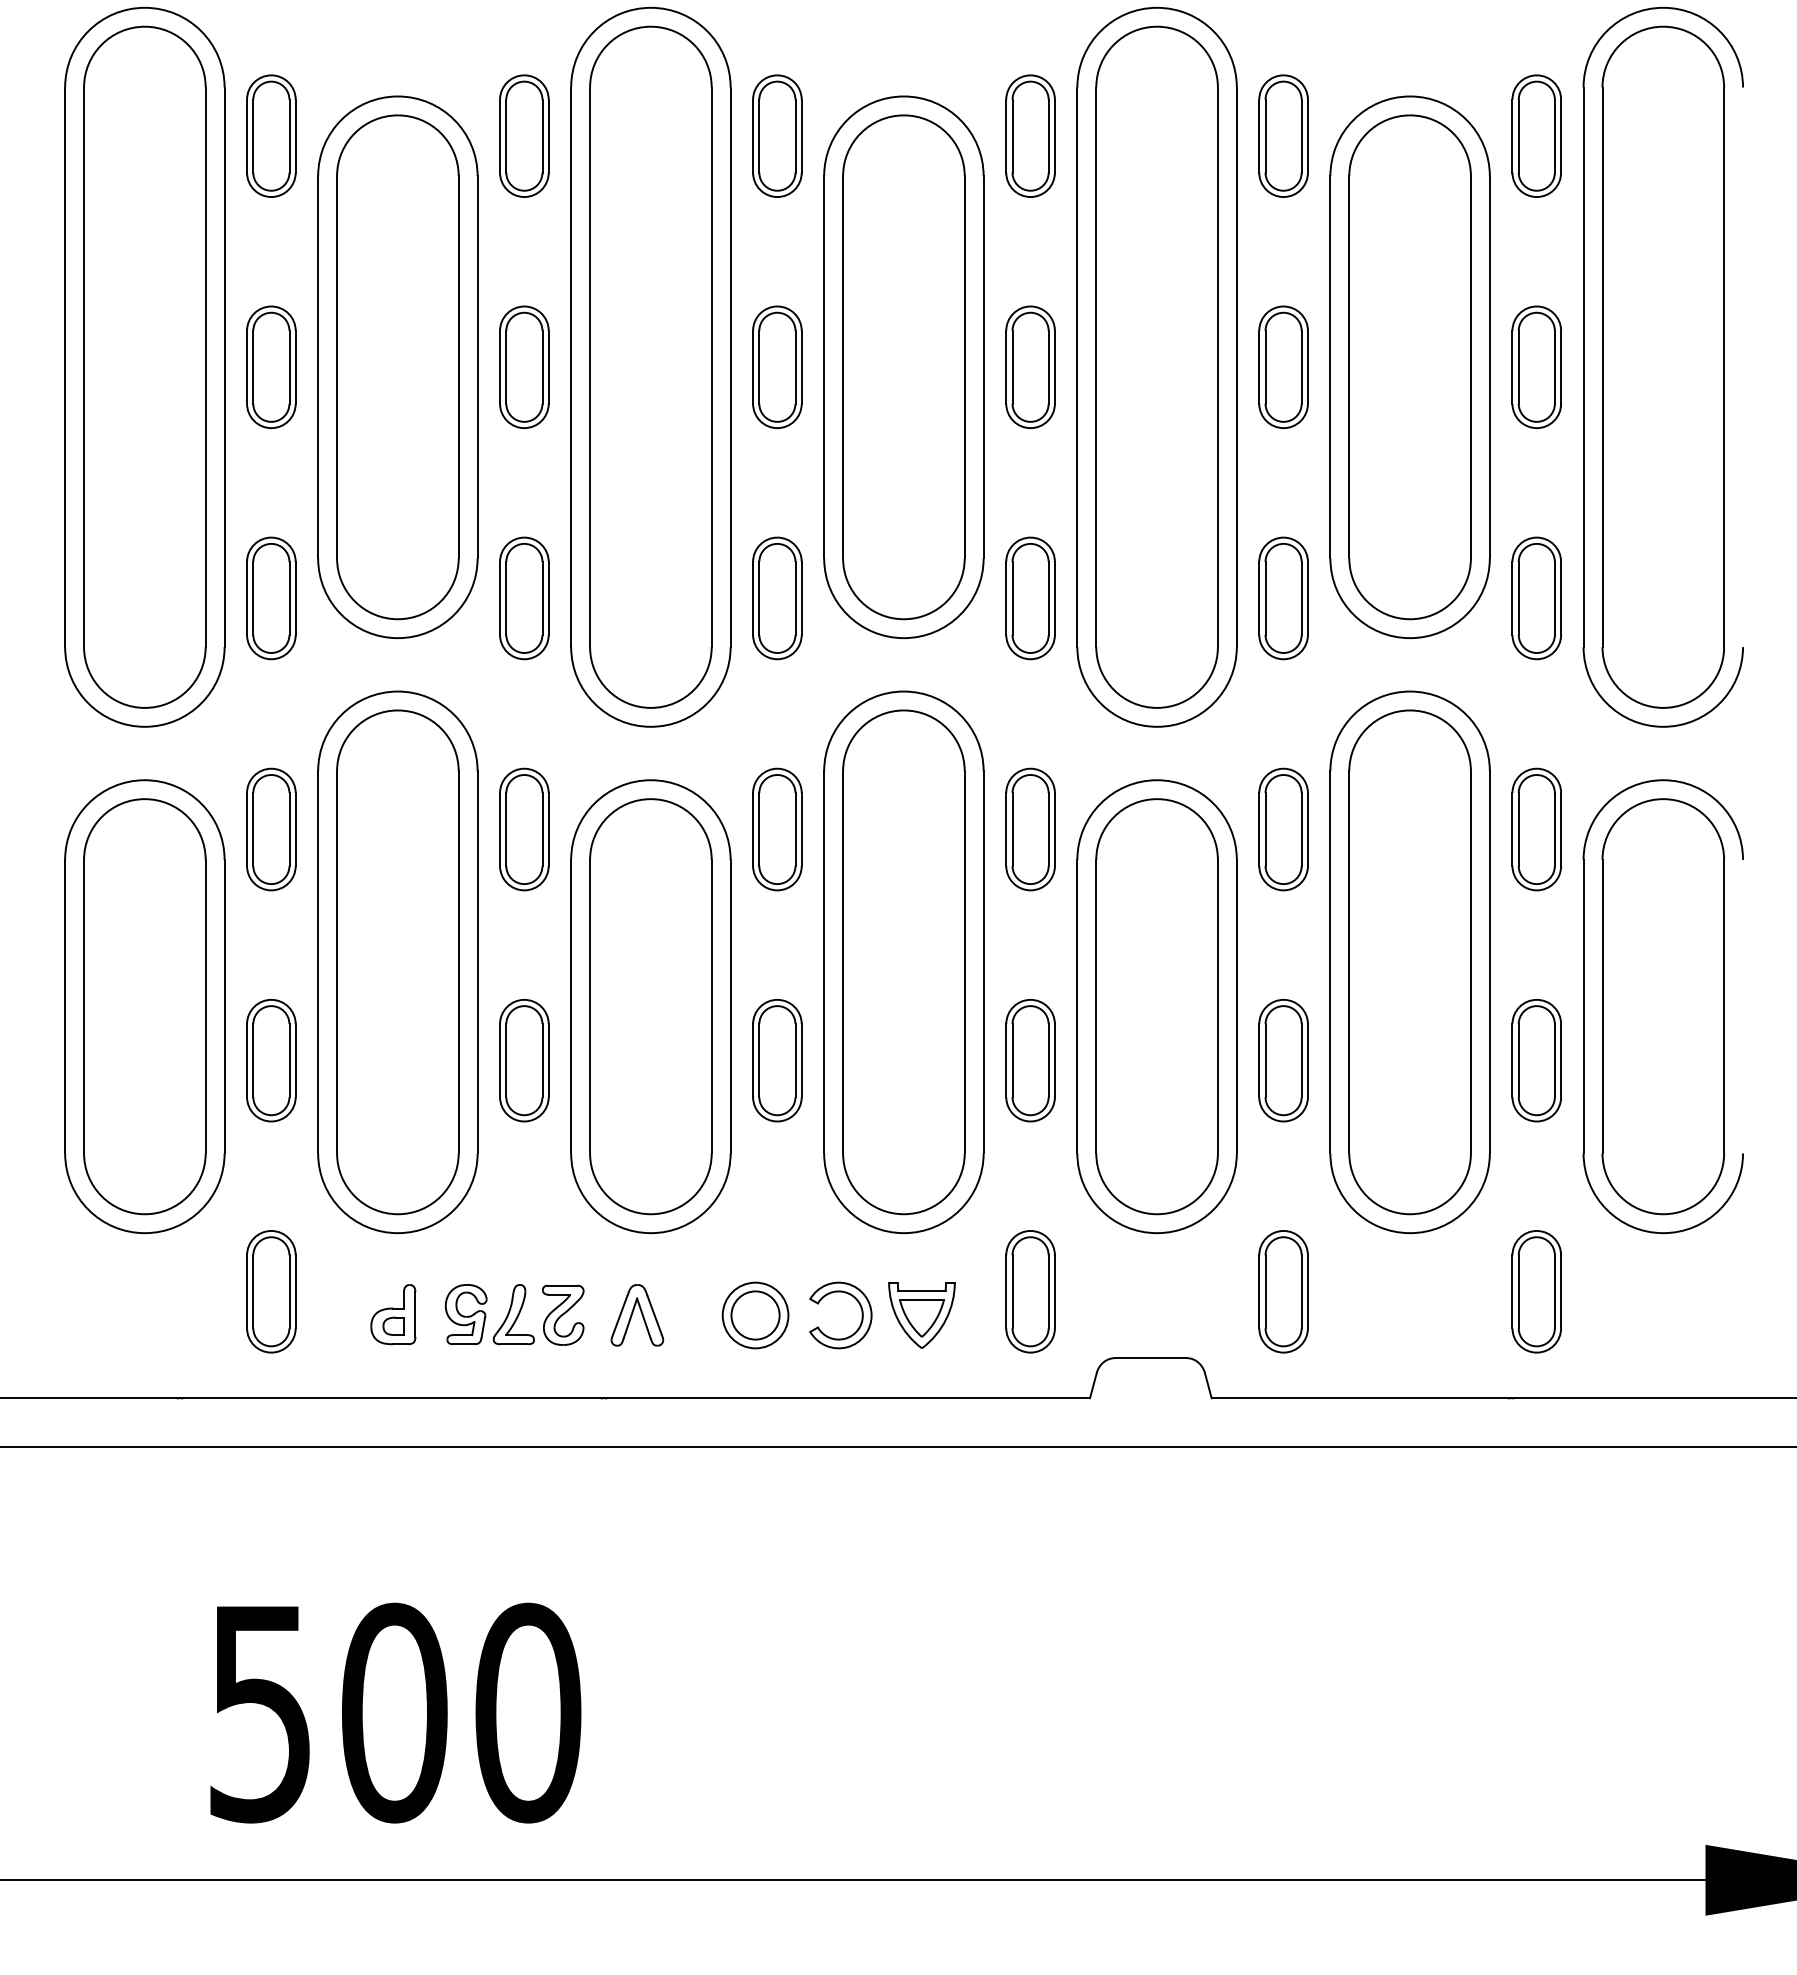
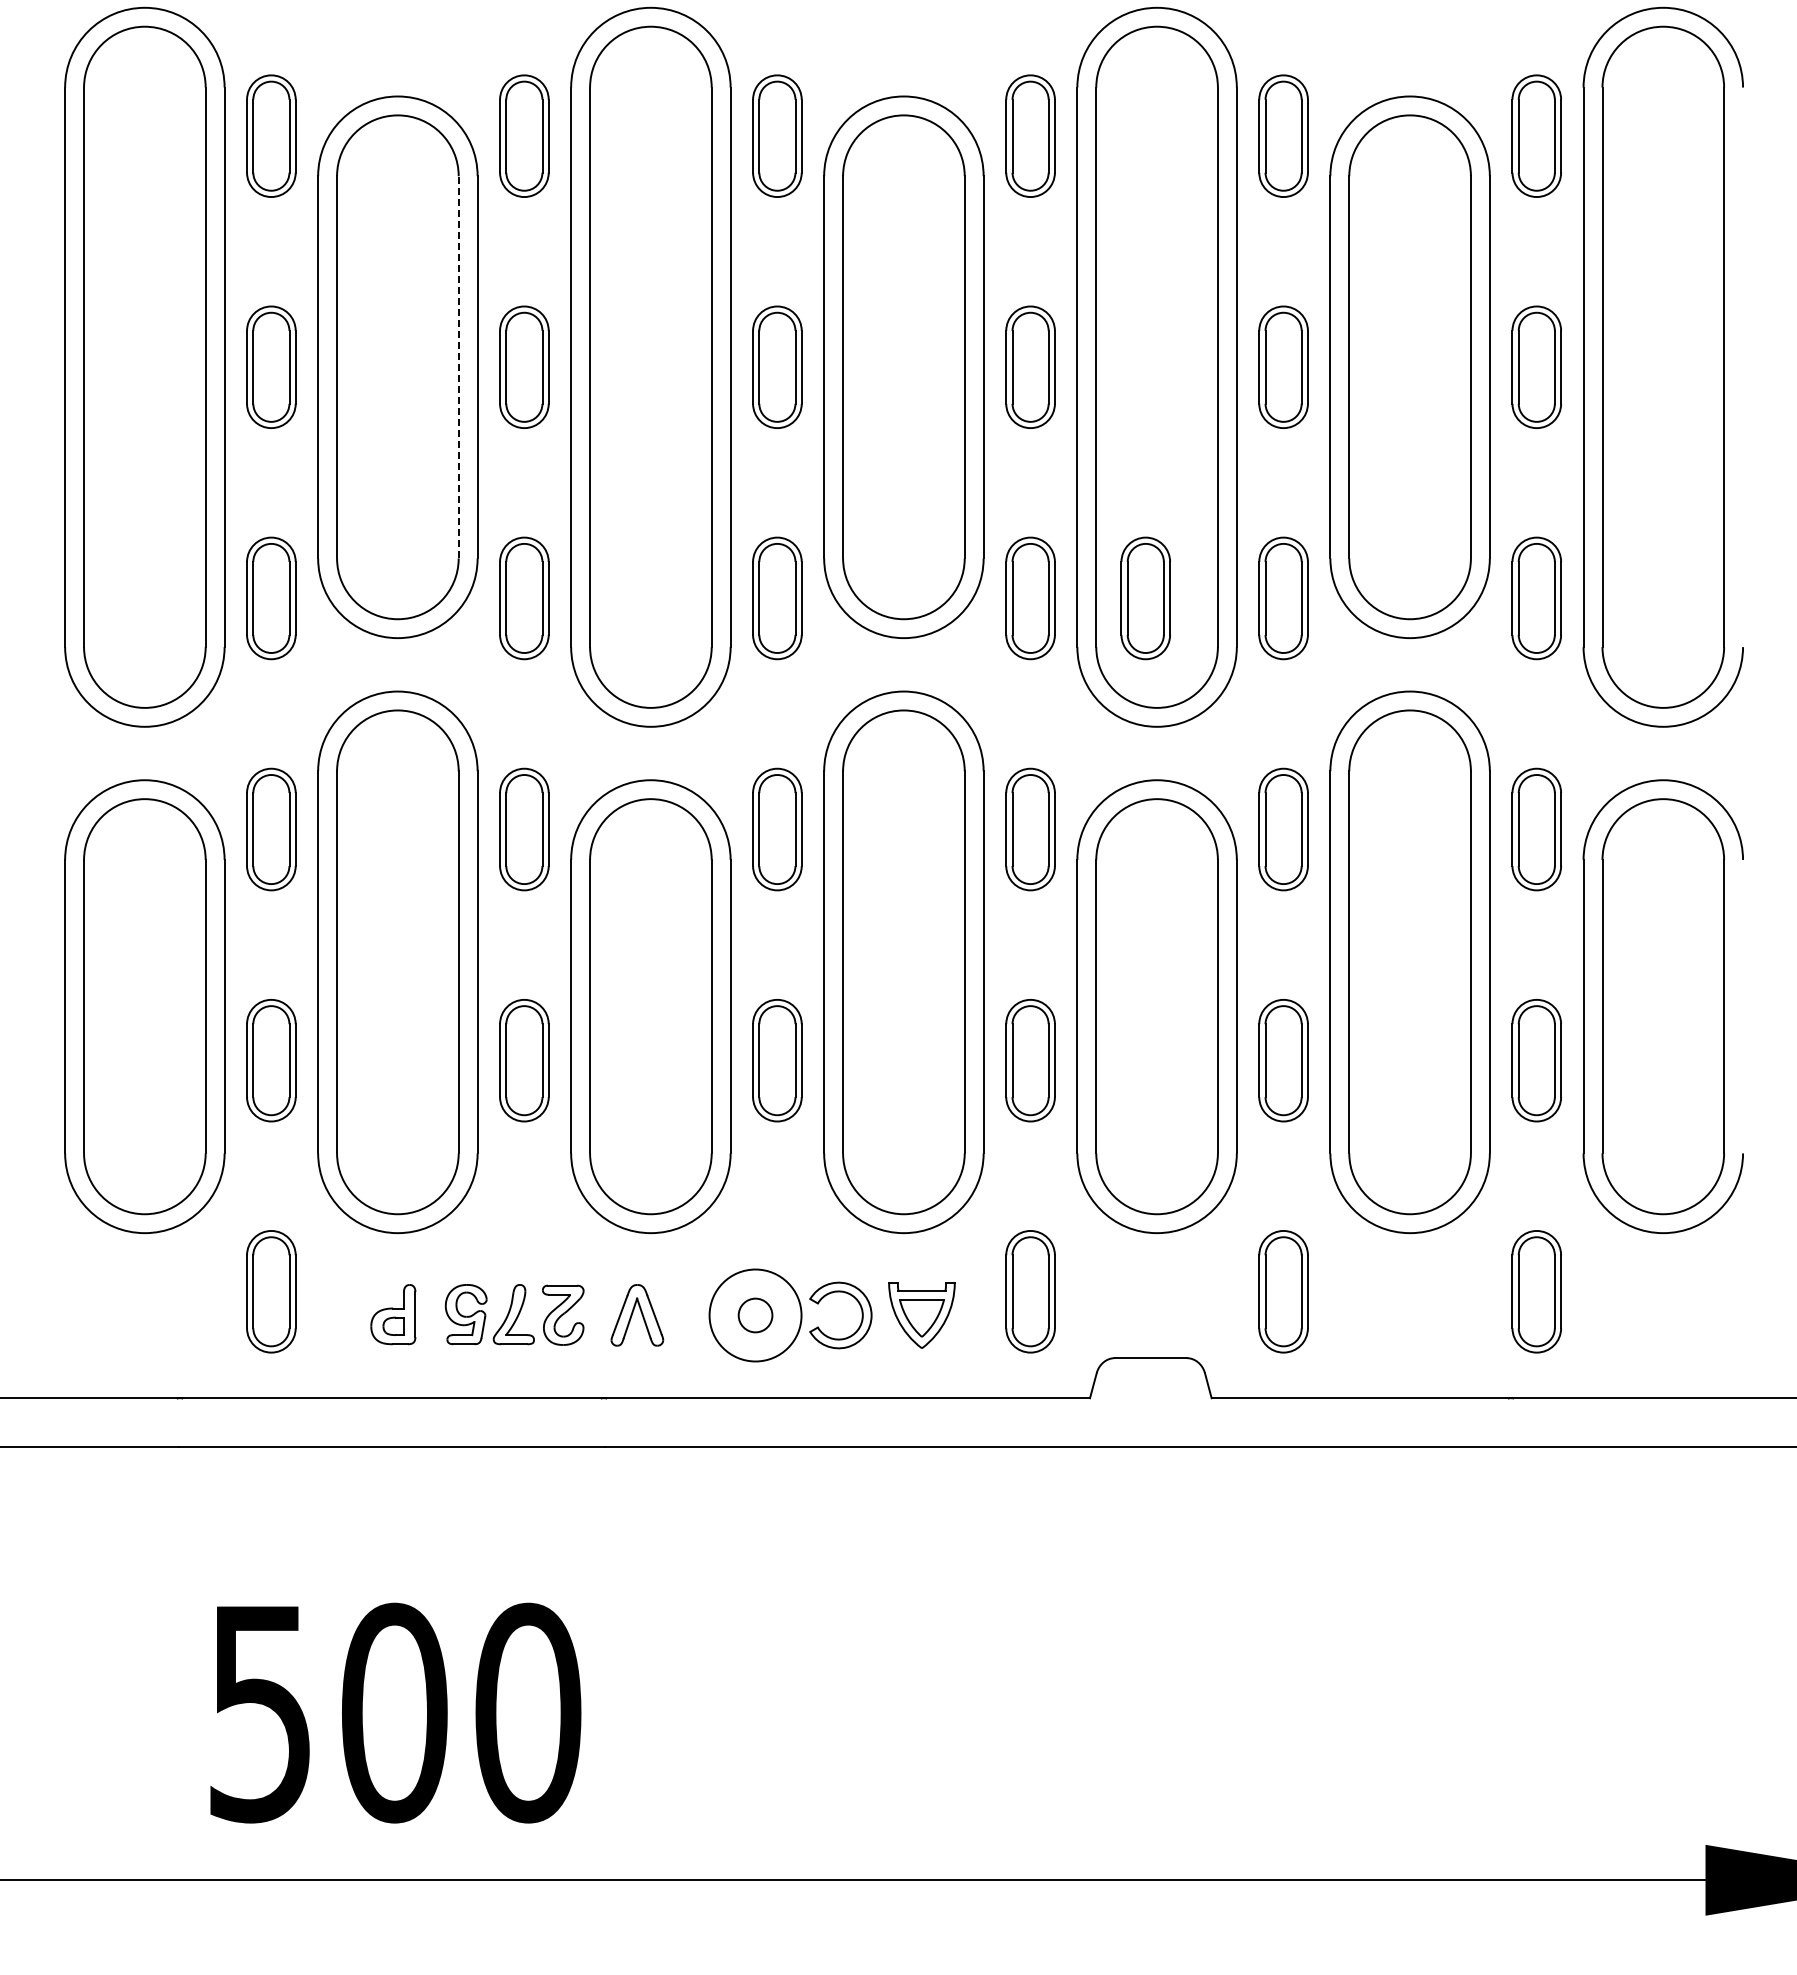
line at (458, 366): solid -> dashed
part at (1145, 598): none -> present
circle at (755, 1315) diameter: 48 px -> 34 px
circle at (755, 1315) diameter: 66 px -> 92 px
